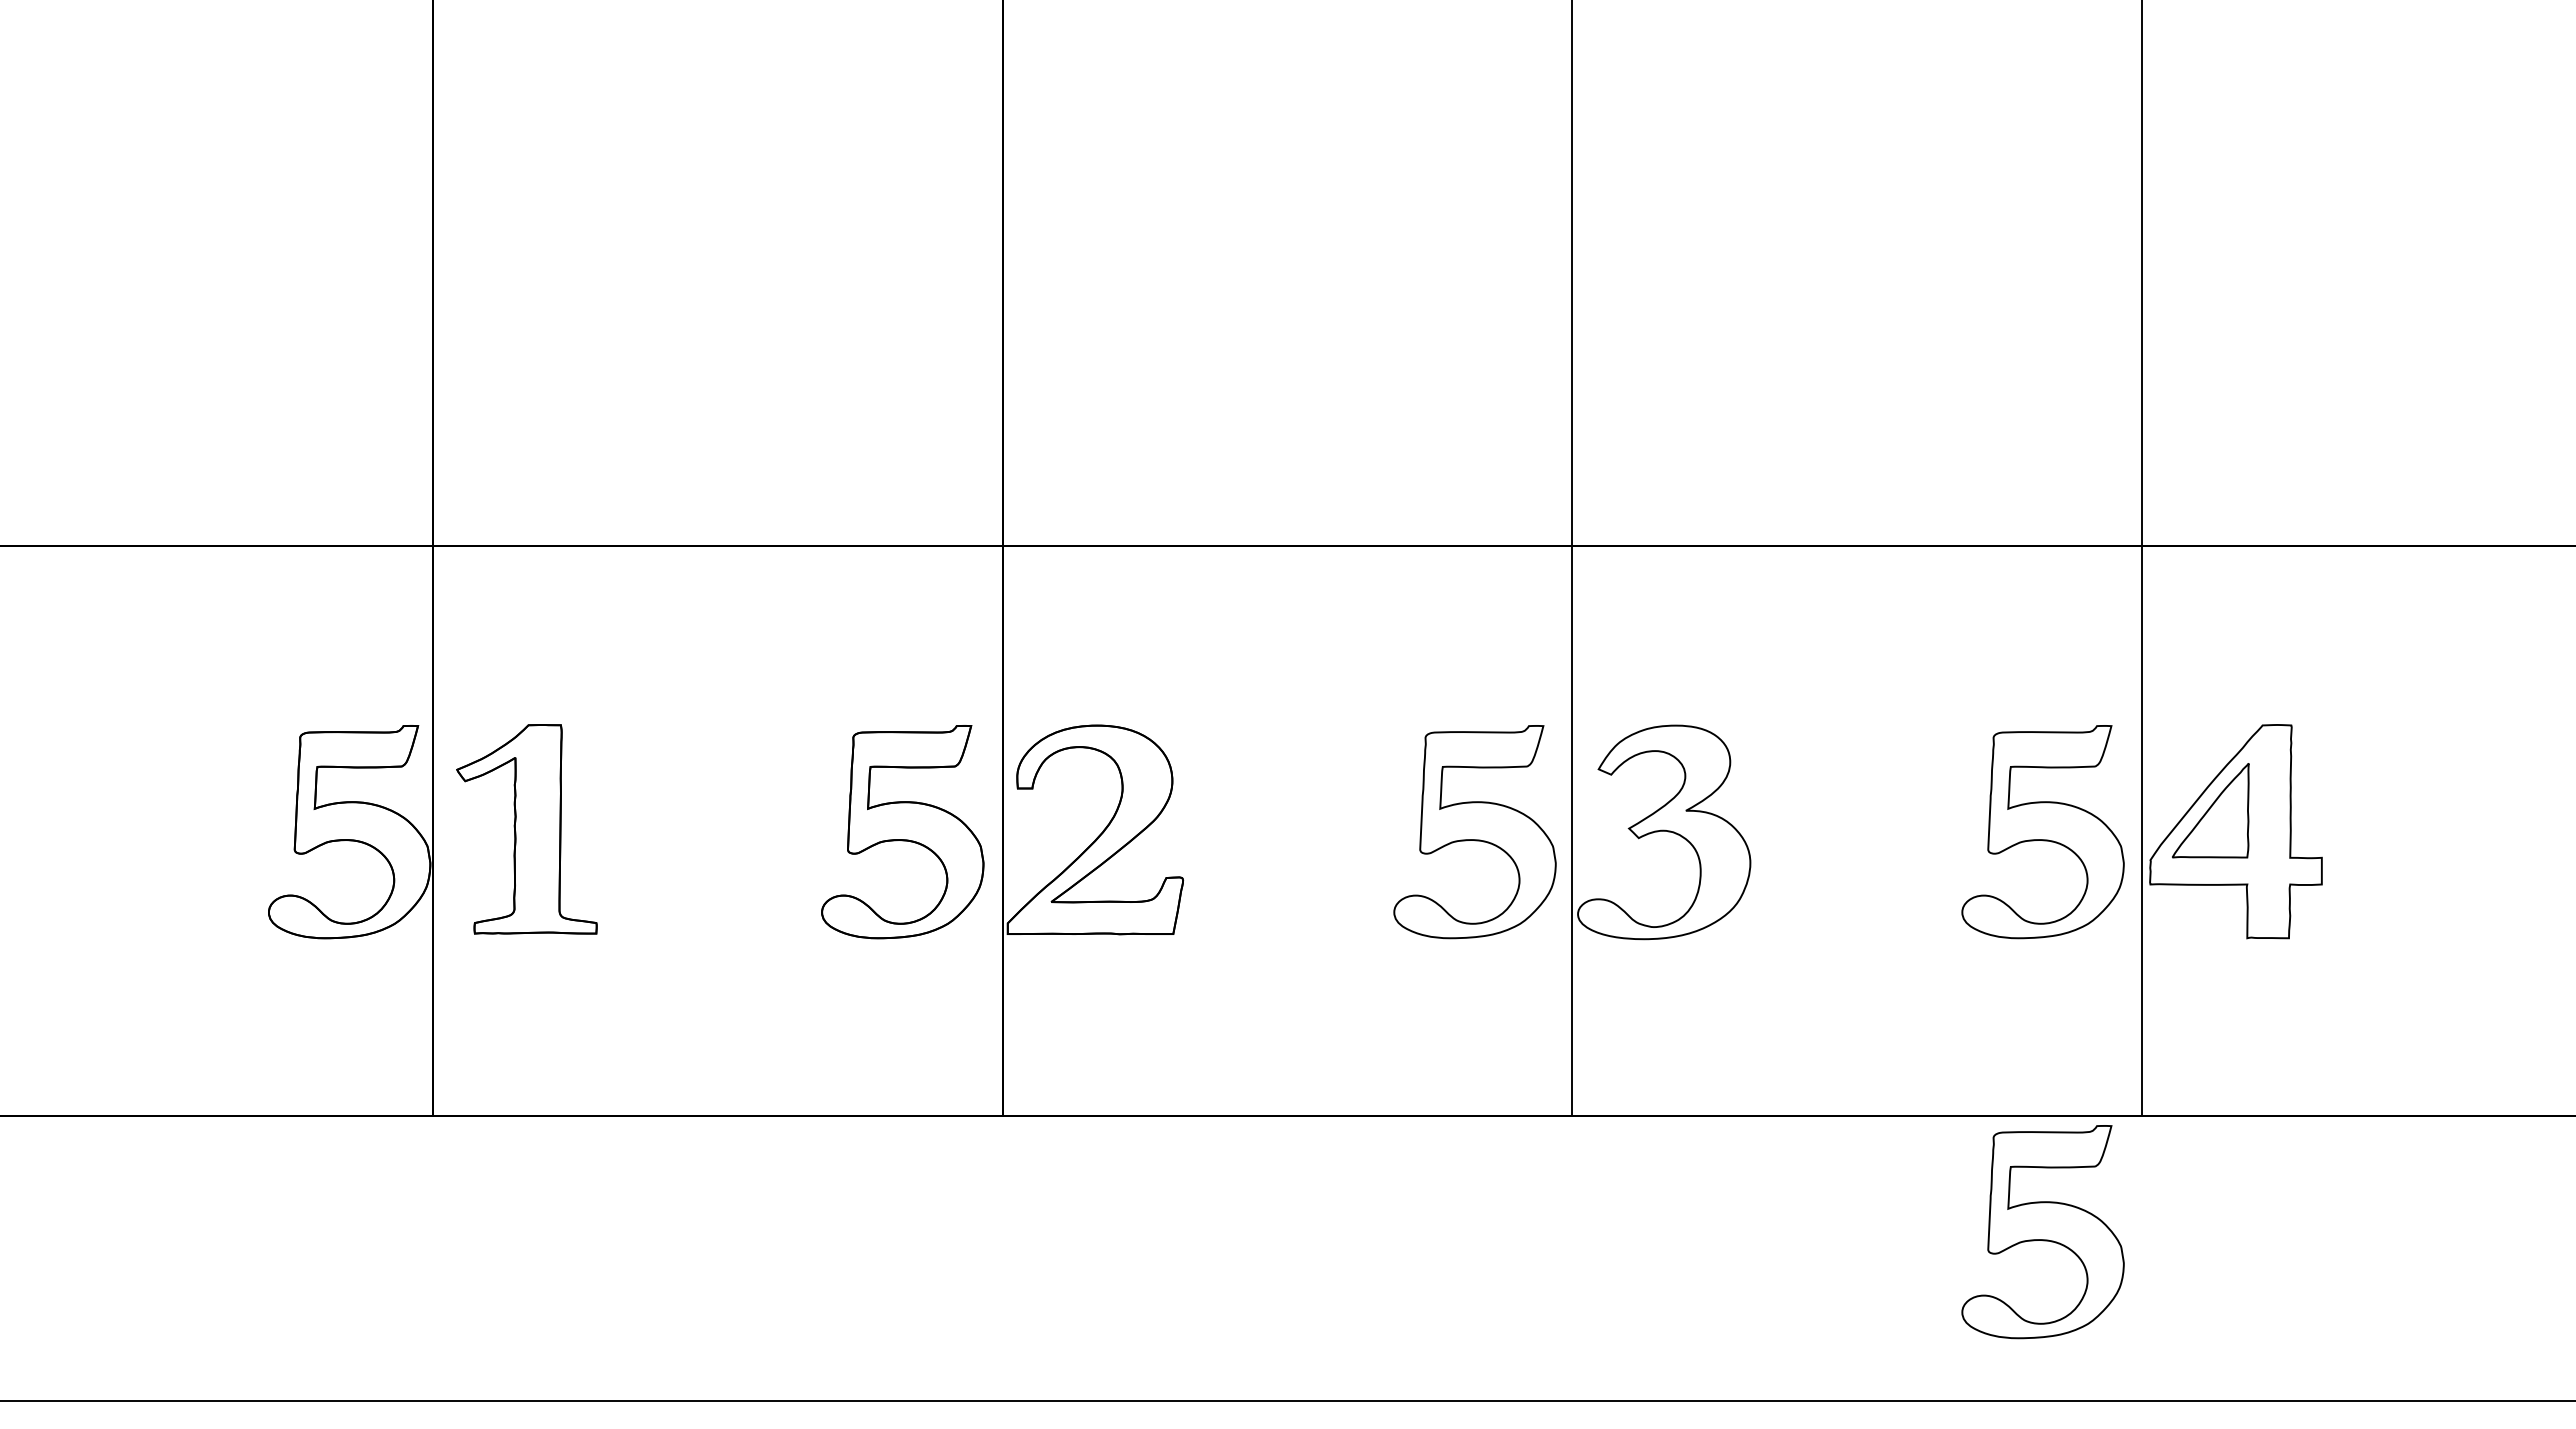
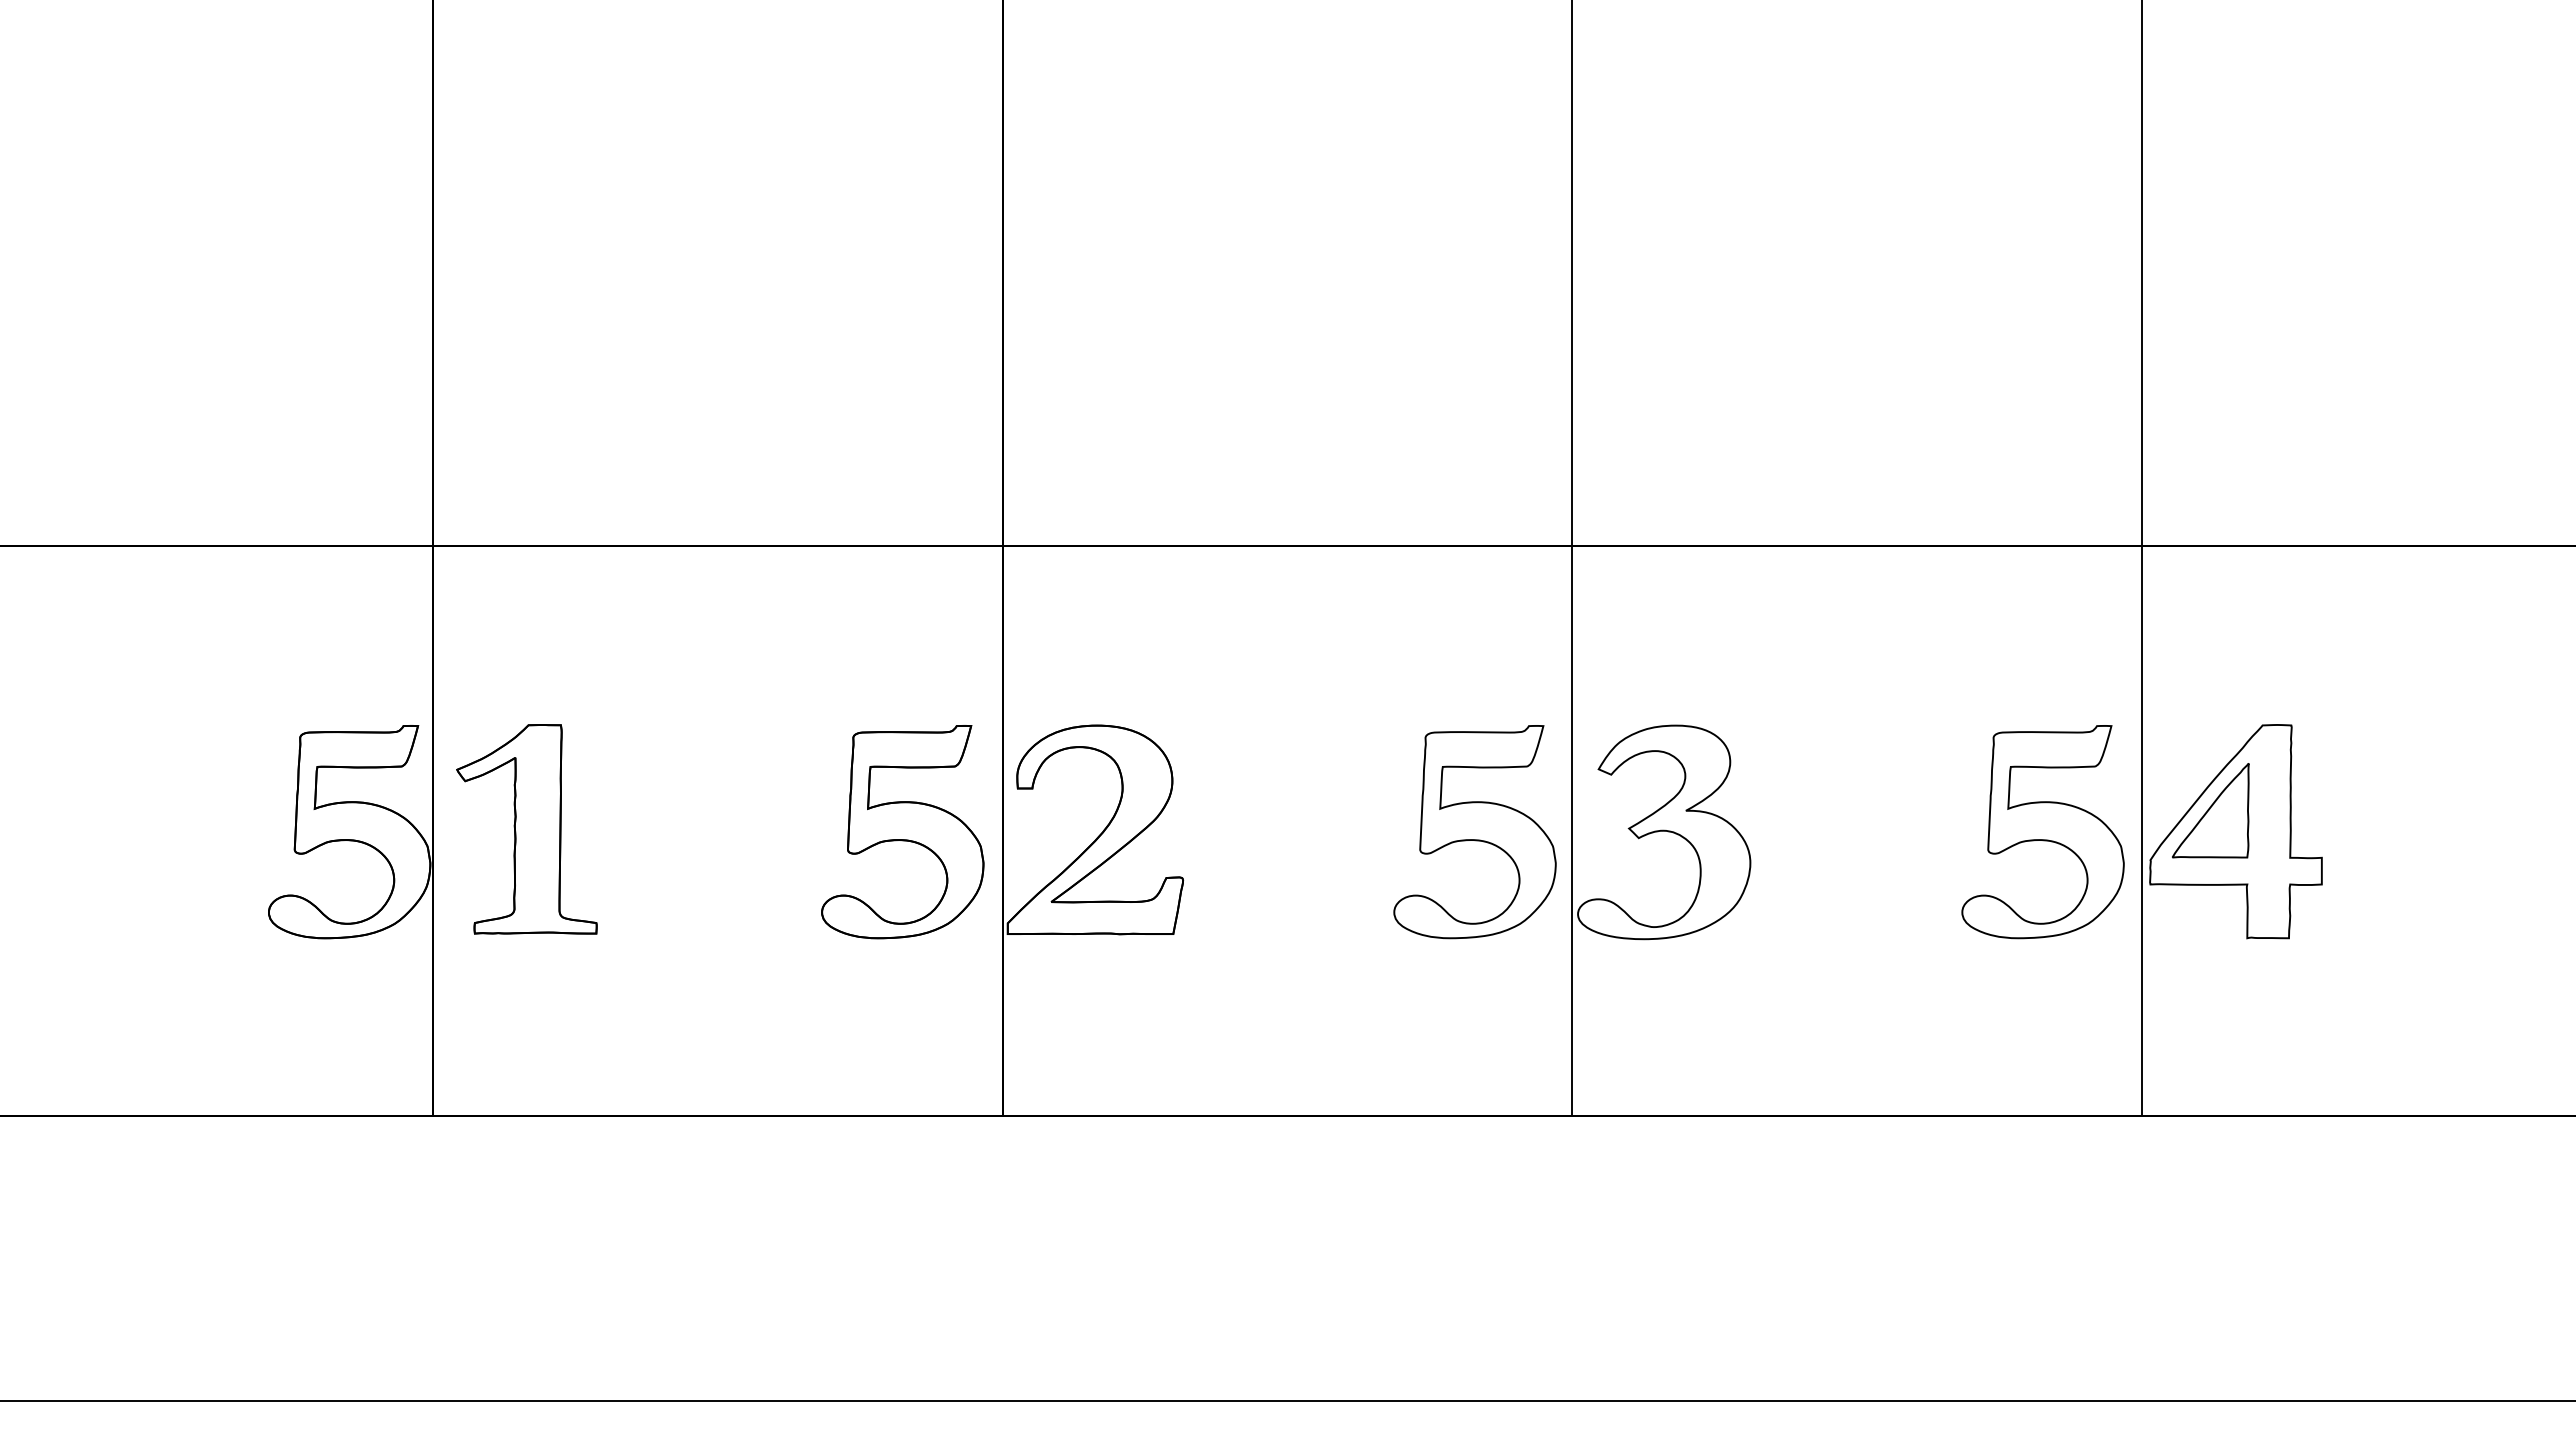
part at (2042, 1232): present -> none
